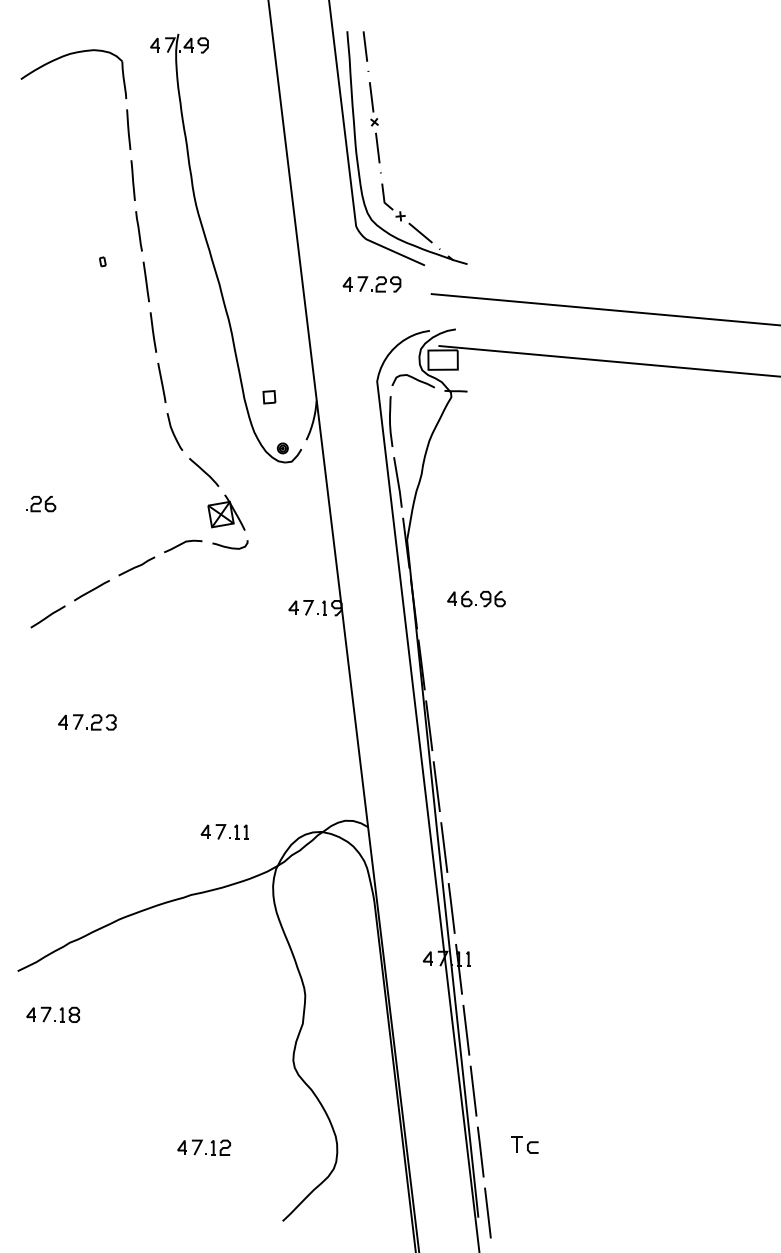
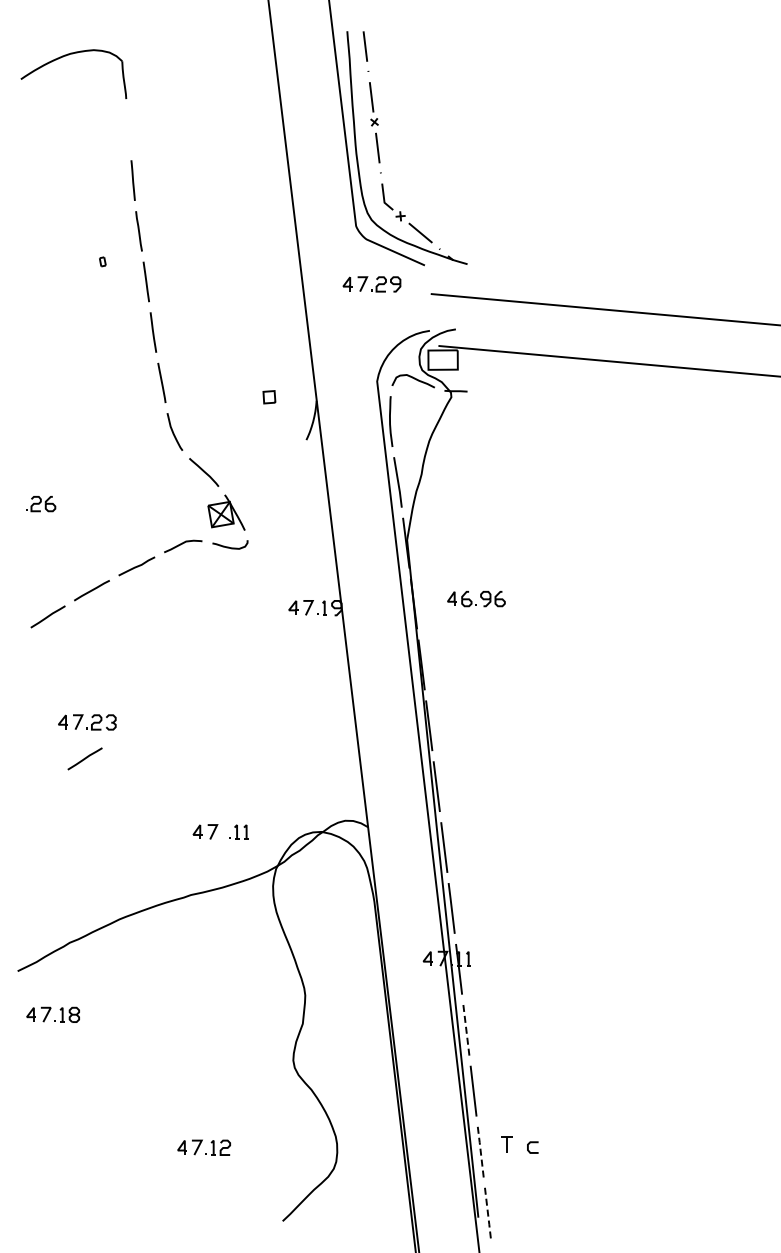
line at (128, 129): present -> none
part at (211, 253): present -> none
line at (84, 758): none -> present
part at (213, 831) position: (213, 831) -> (205, 831)
line at (466, 1030): solid -> dashed
part at (516, 1144) position: (516, 1144) -> (506, 1144)
line at (480, 1150): solid -> dashed
line at (487, 1213): solid -> dashed
